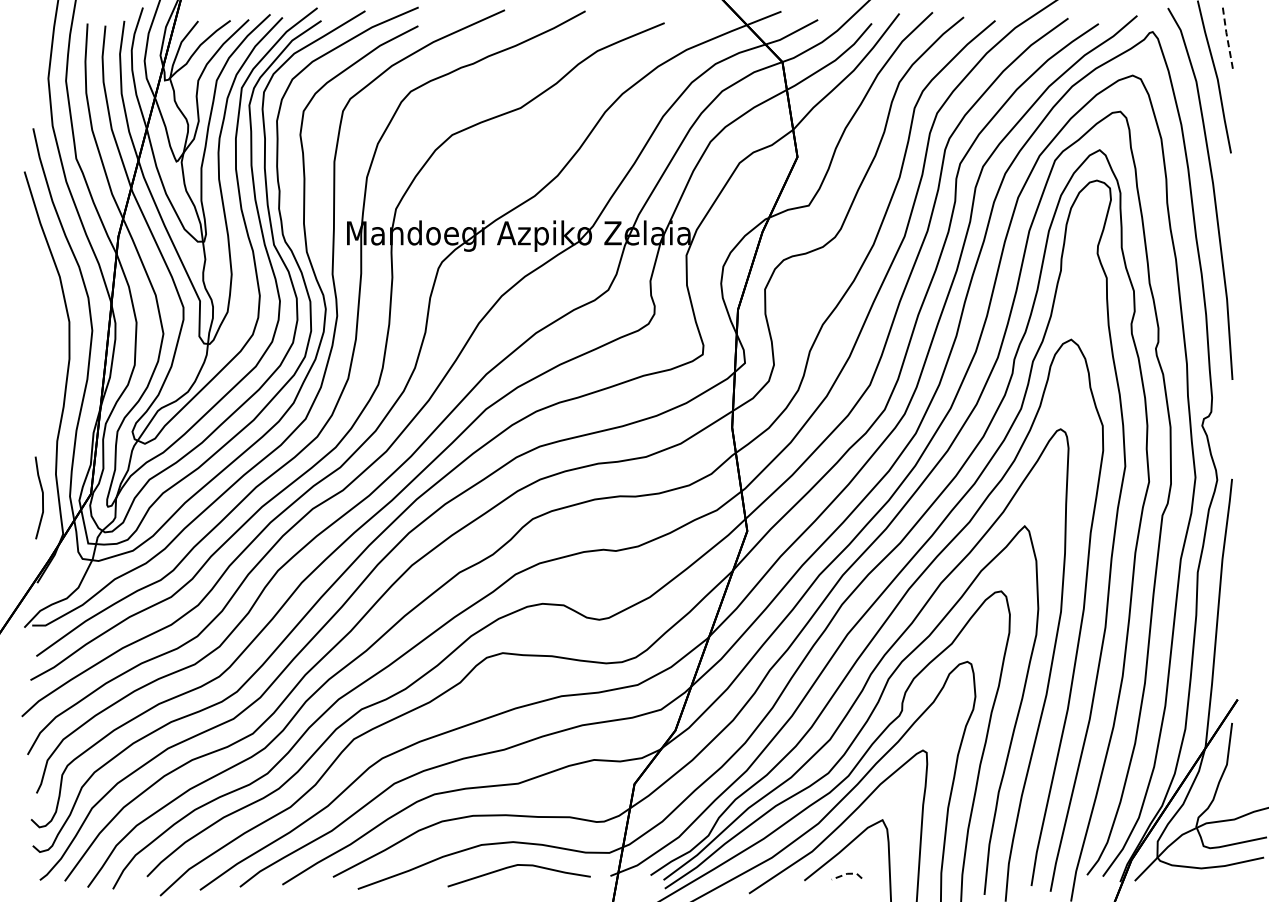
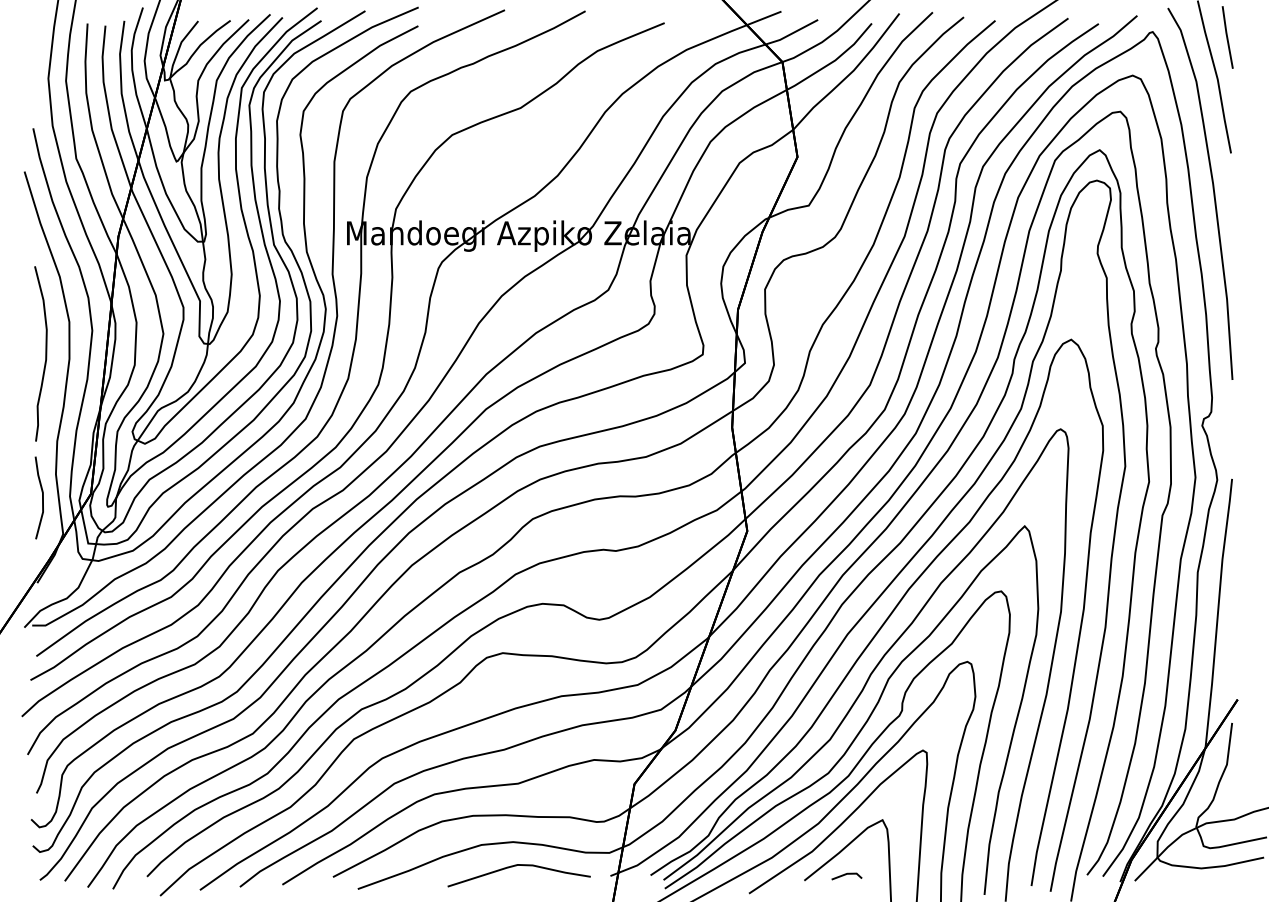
line at (1227, 36): dashed -> solid
curve at (45, 353): none -> present
line at (847, 873): dashed -> solid
